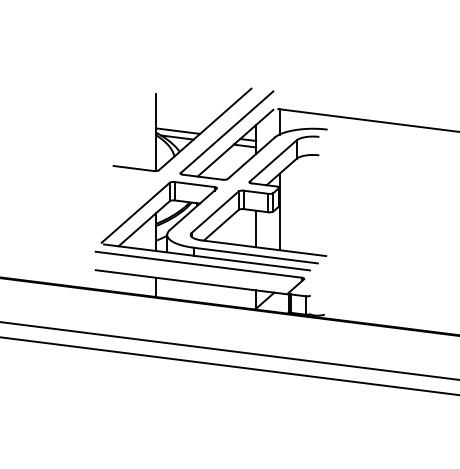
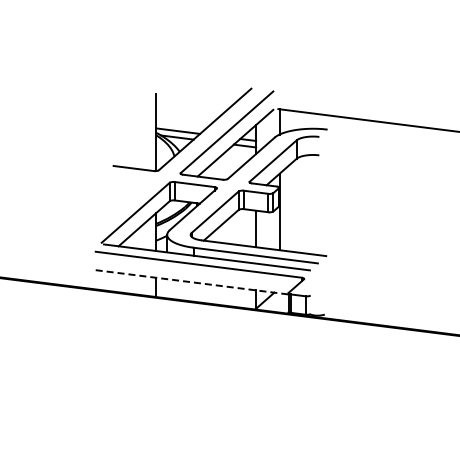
line at (192, 282): solid -> dashed
line at (229, 350): present -> none
line at (229, 365): present -> none
